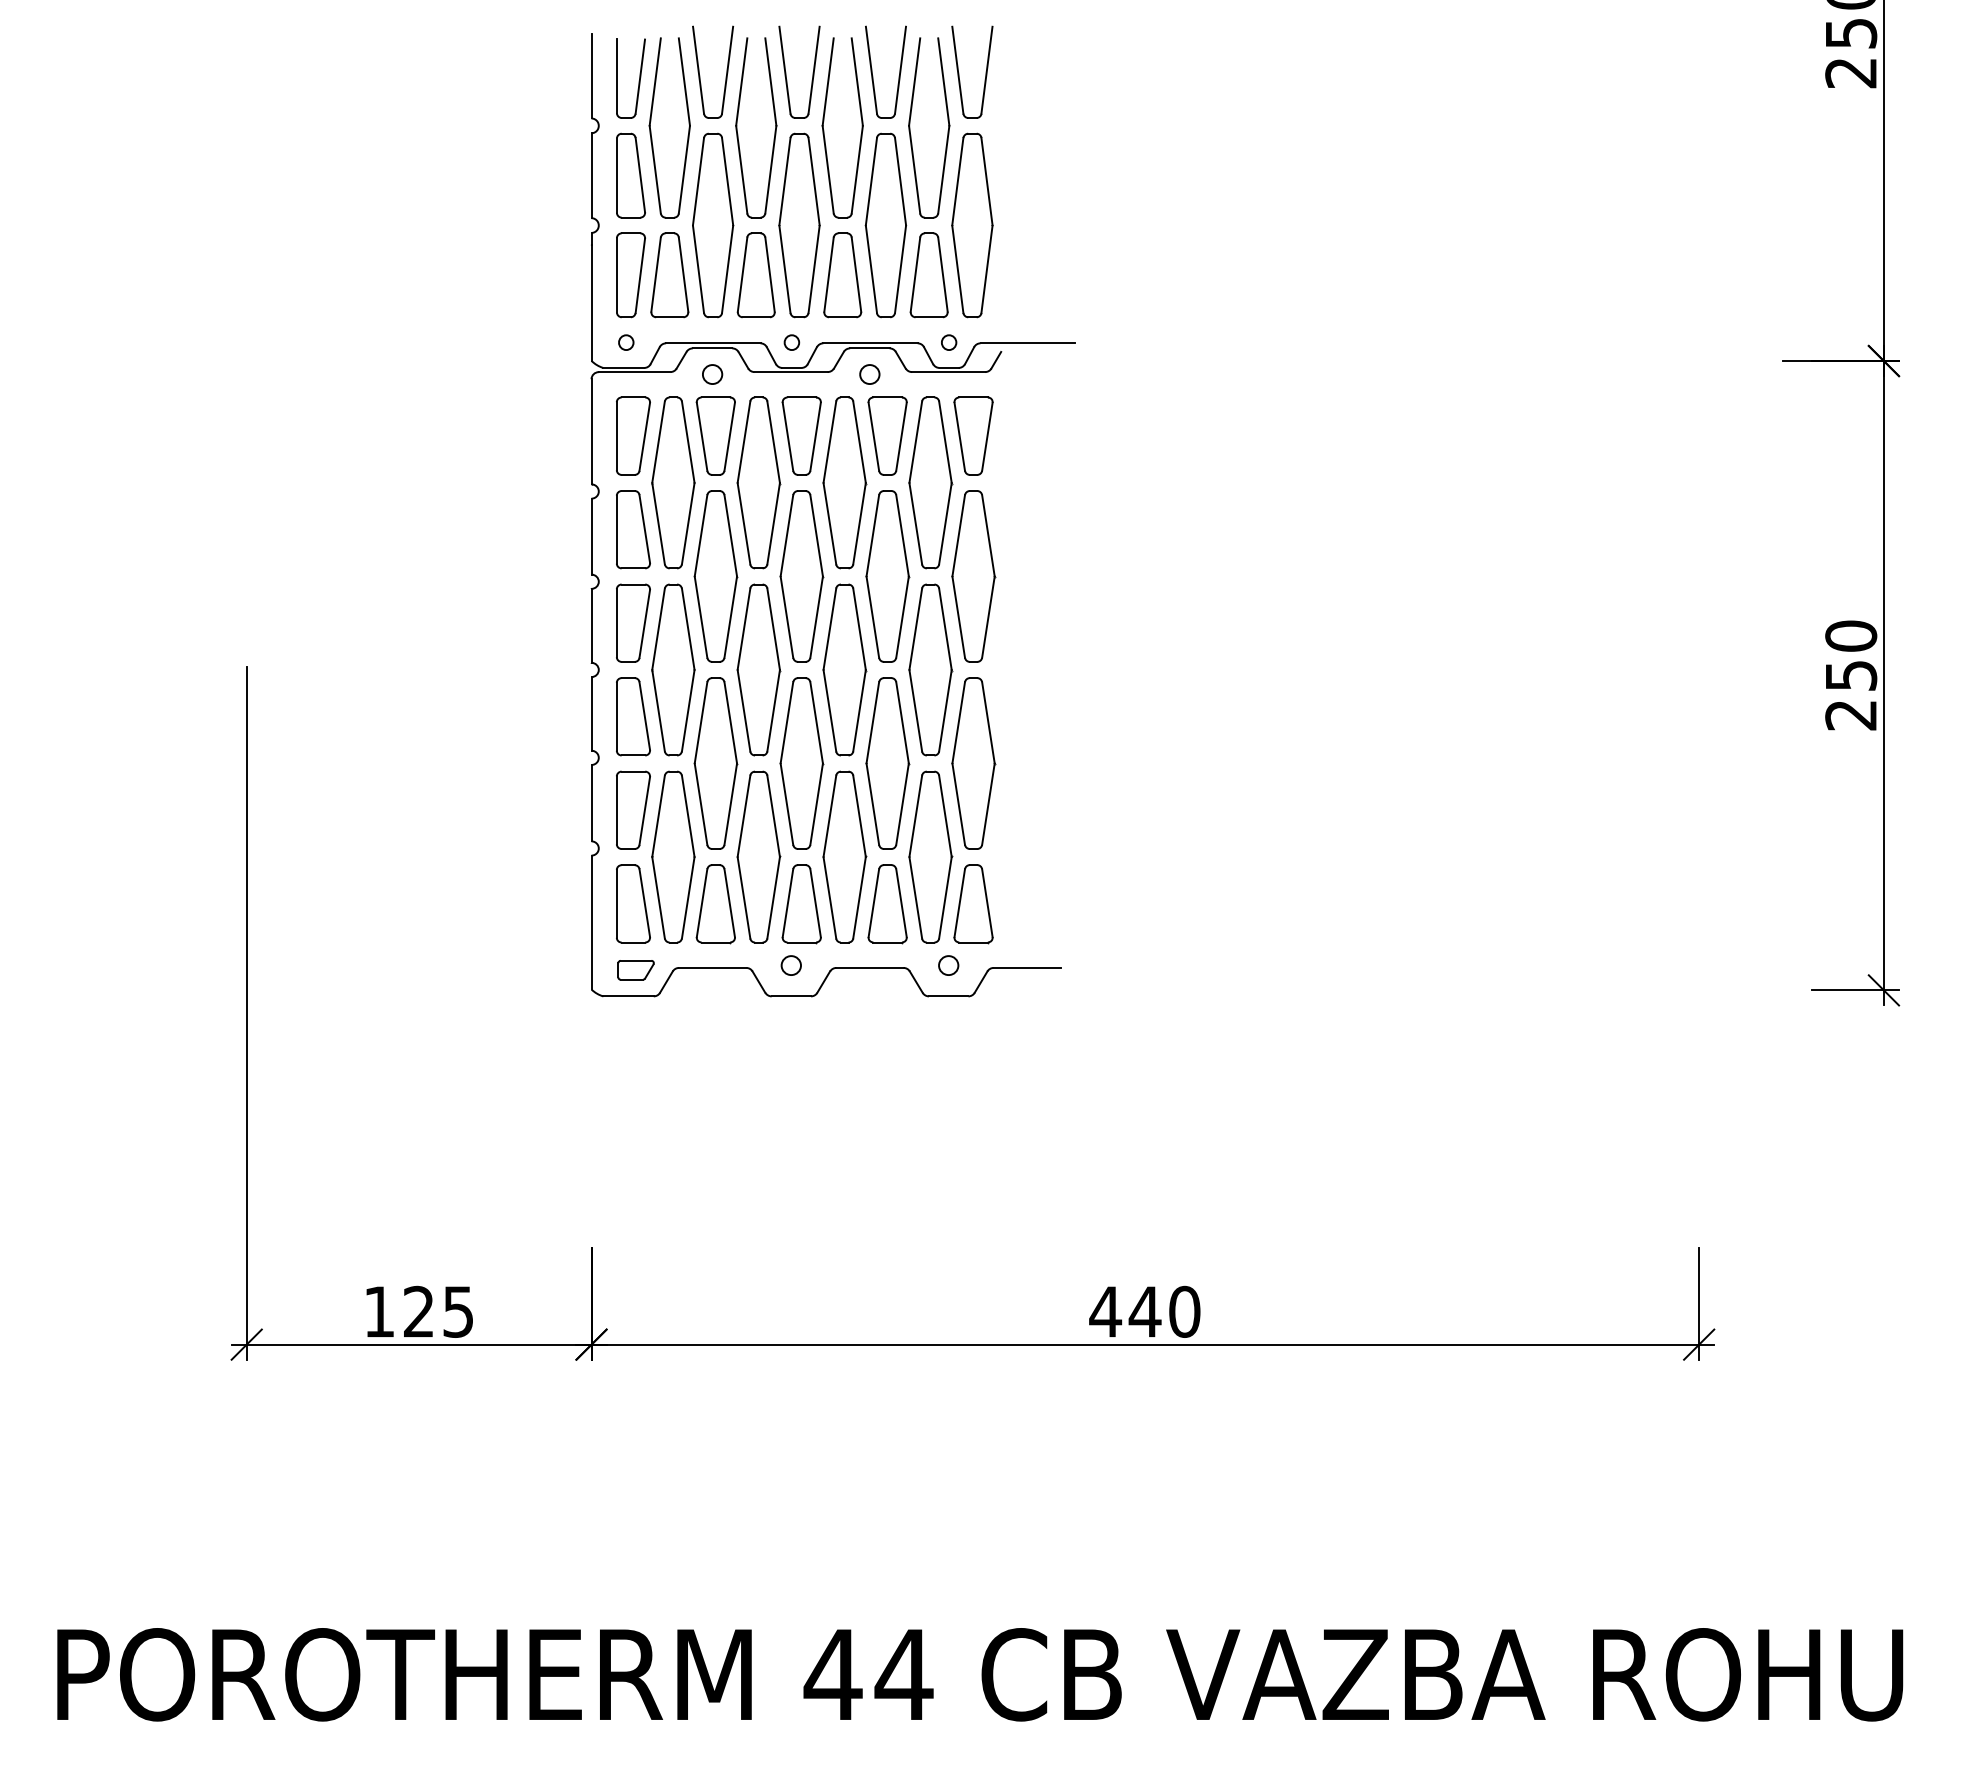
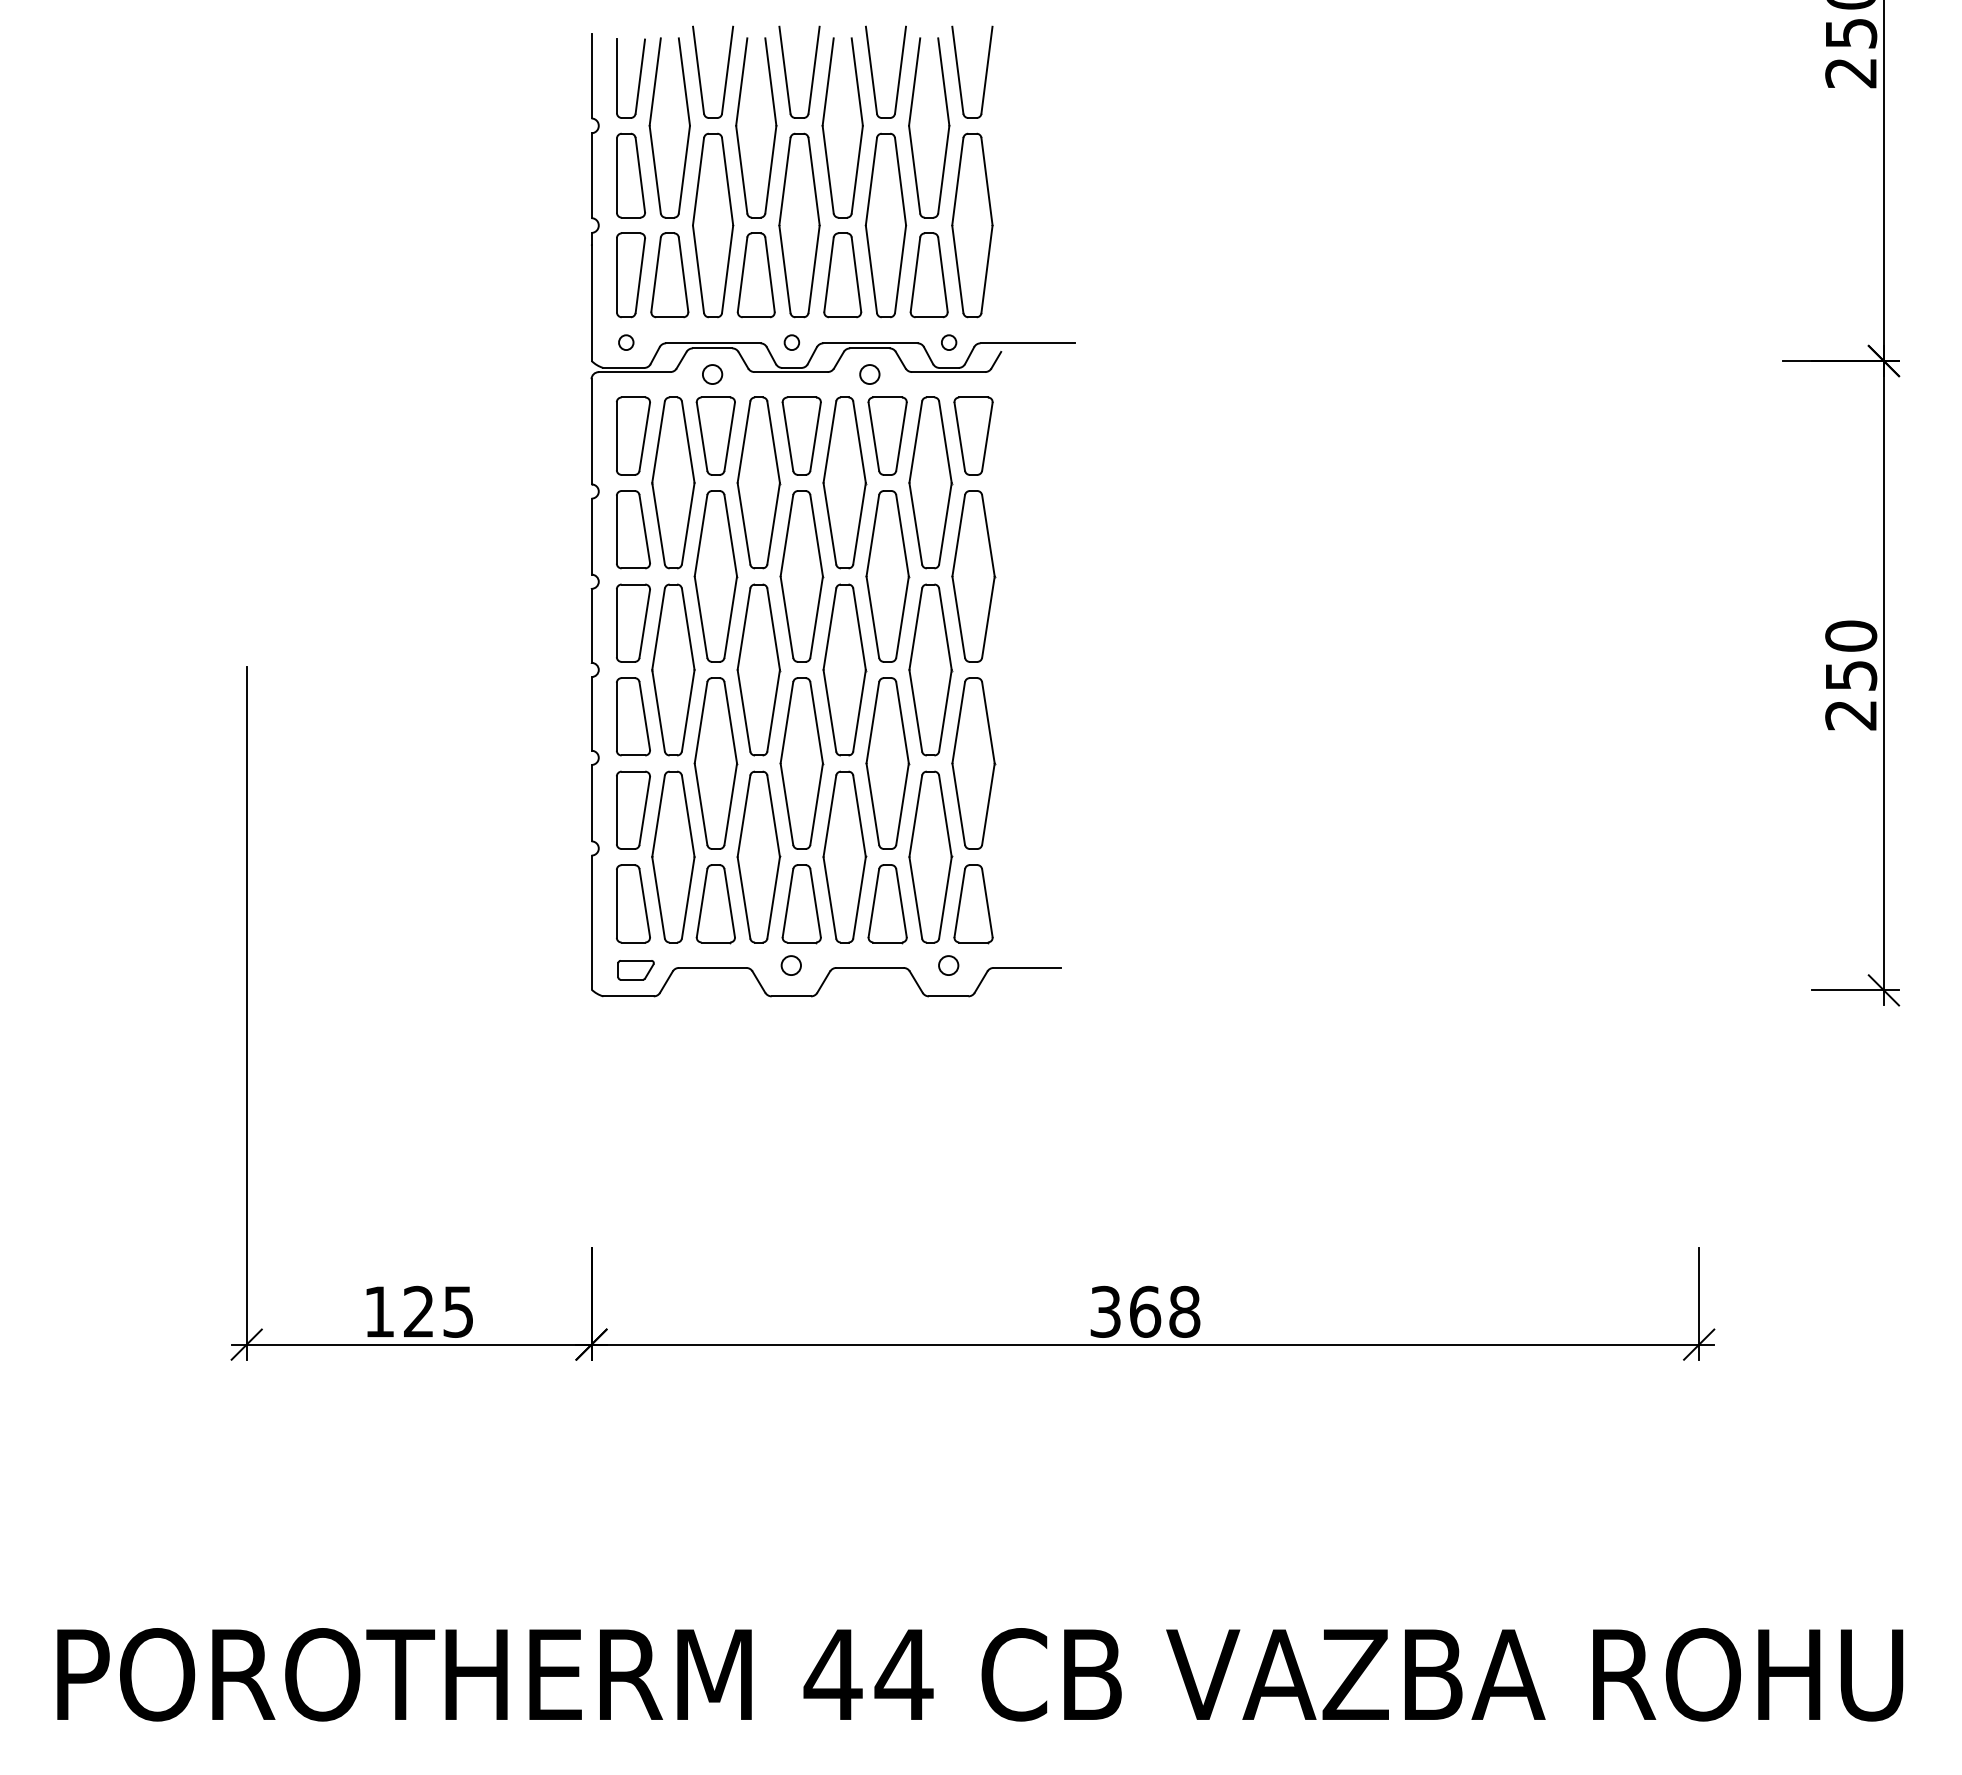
text at (1144, 1311): 440 -> 368
